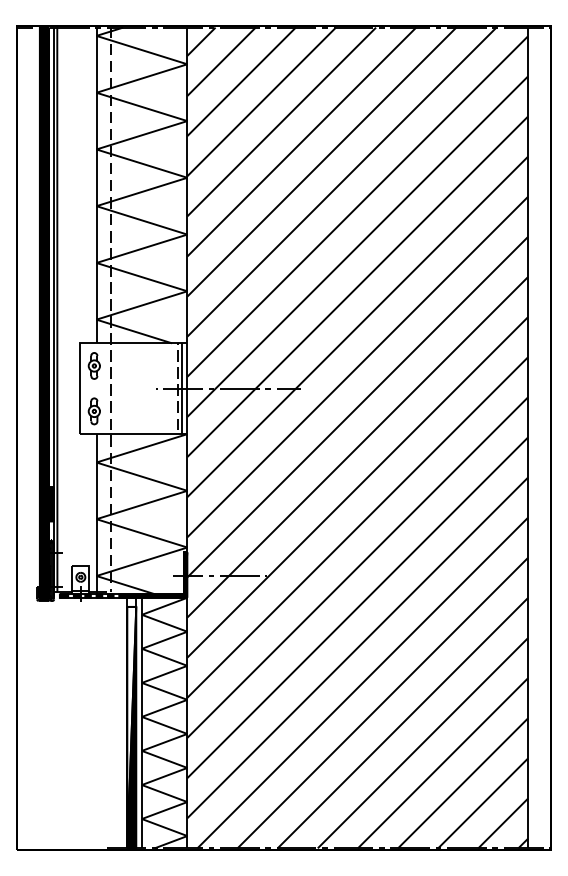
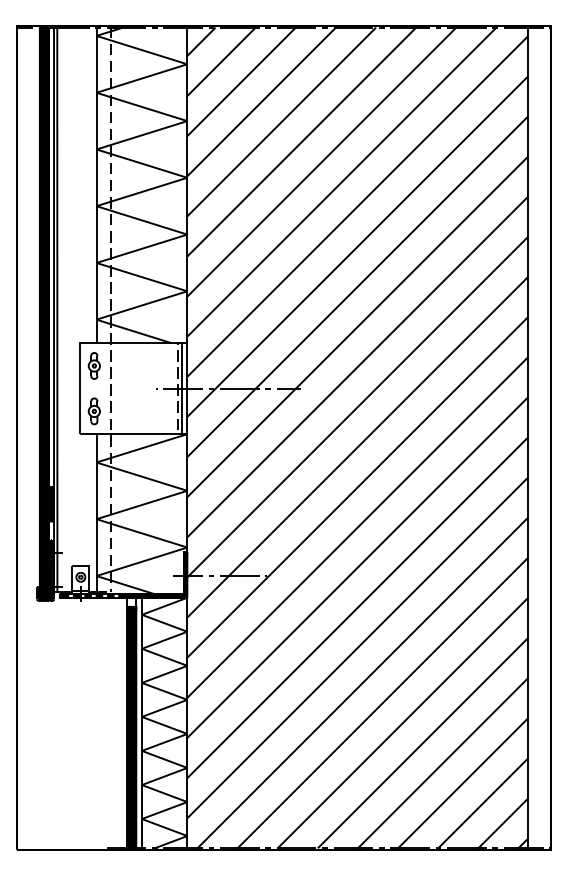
fill at (131, 727): none -> present
